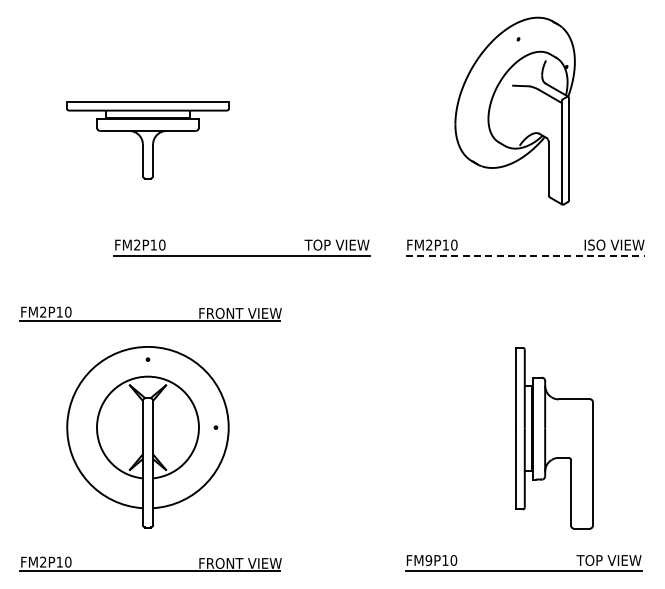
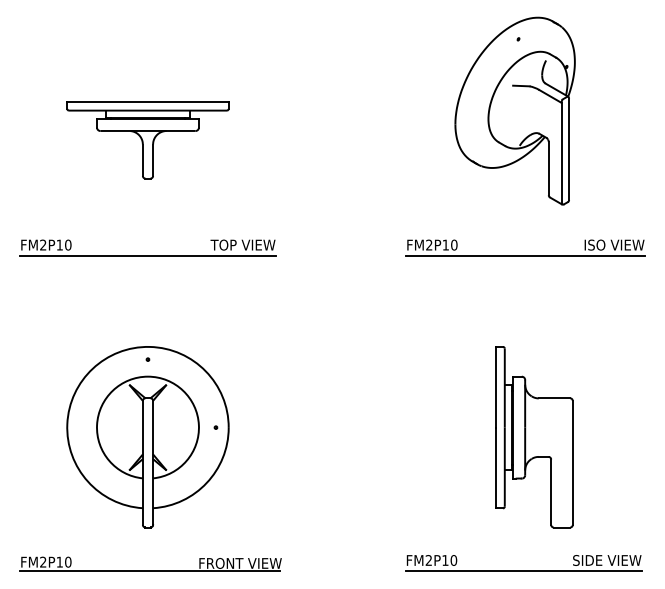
part at (241, 255) position: (241, 255) -> (147, 255)
line at (525, 255): dashed -> solid
part at (150, 320): present -> none
part at (554, 438) position: (554, 438) -> (534, 437)
text at (428, 560): FM9P10 -> FM2P10
text at (587, 560): TOP VIEW -> SIDE VIEW
